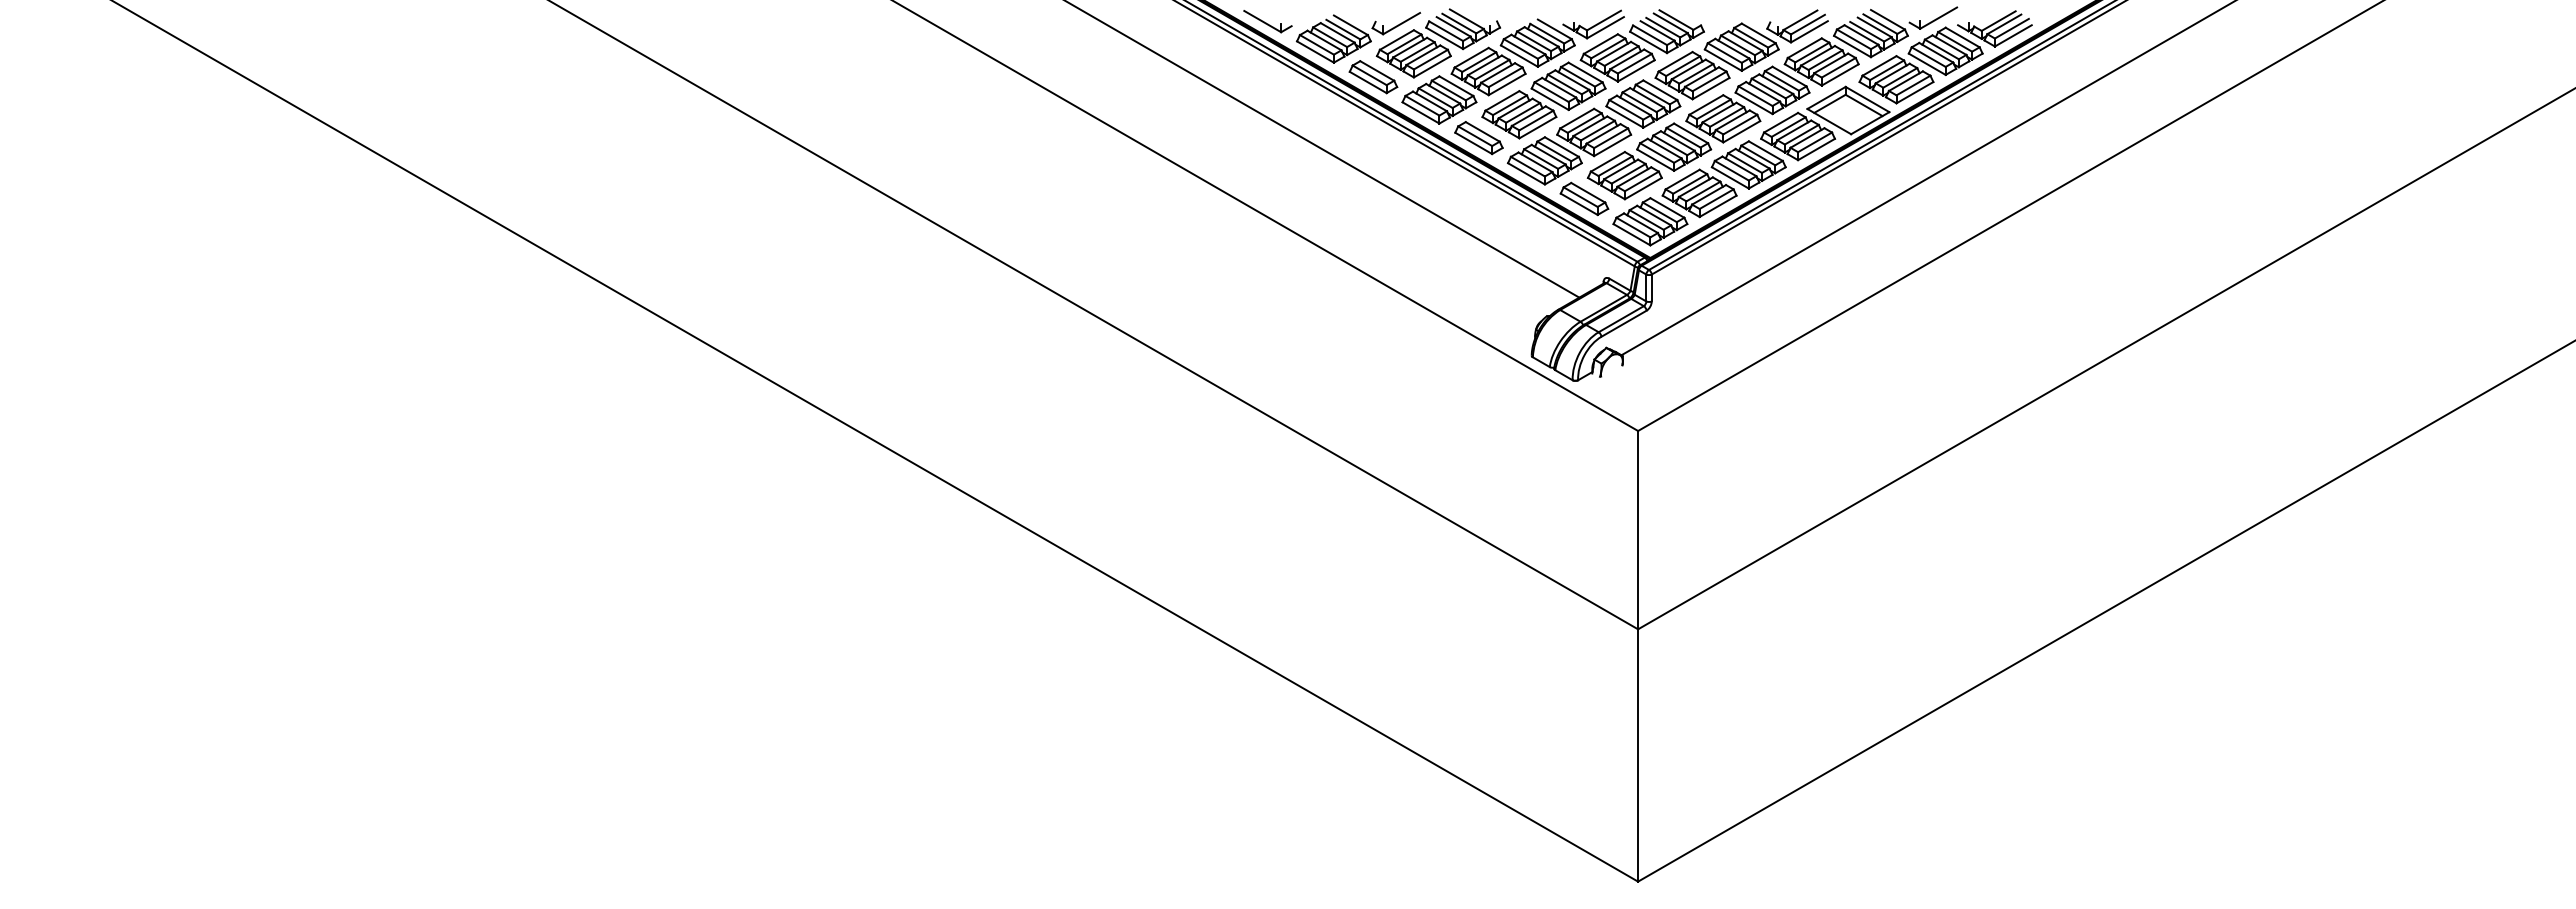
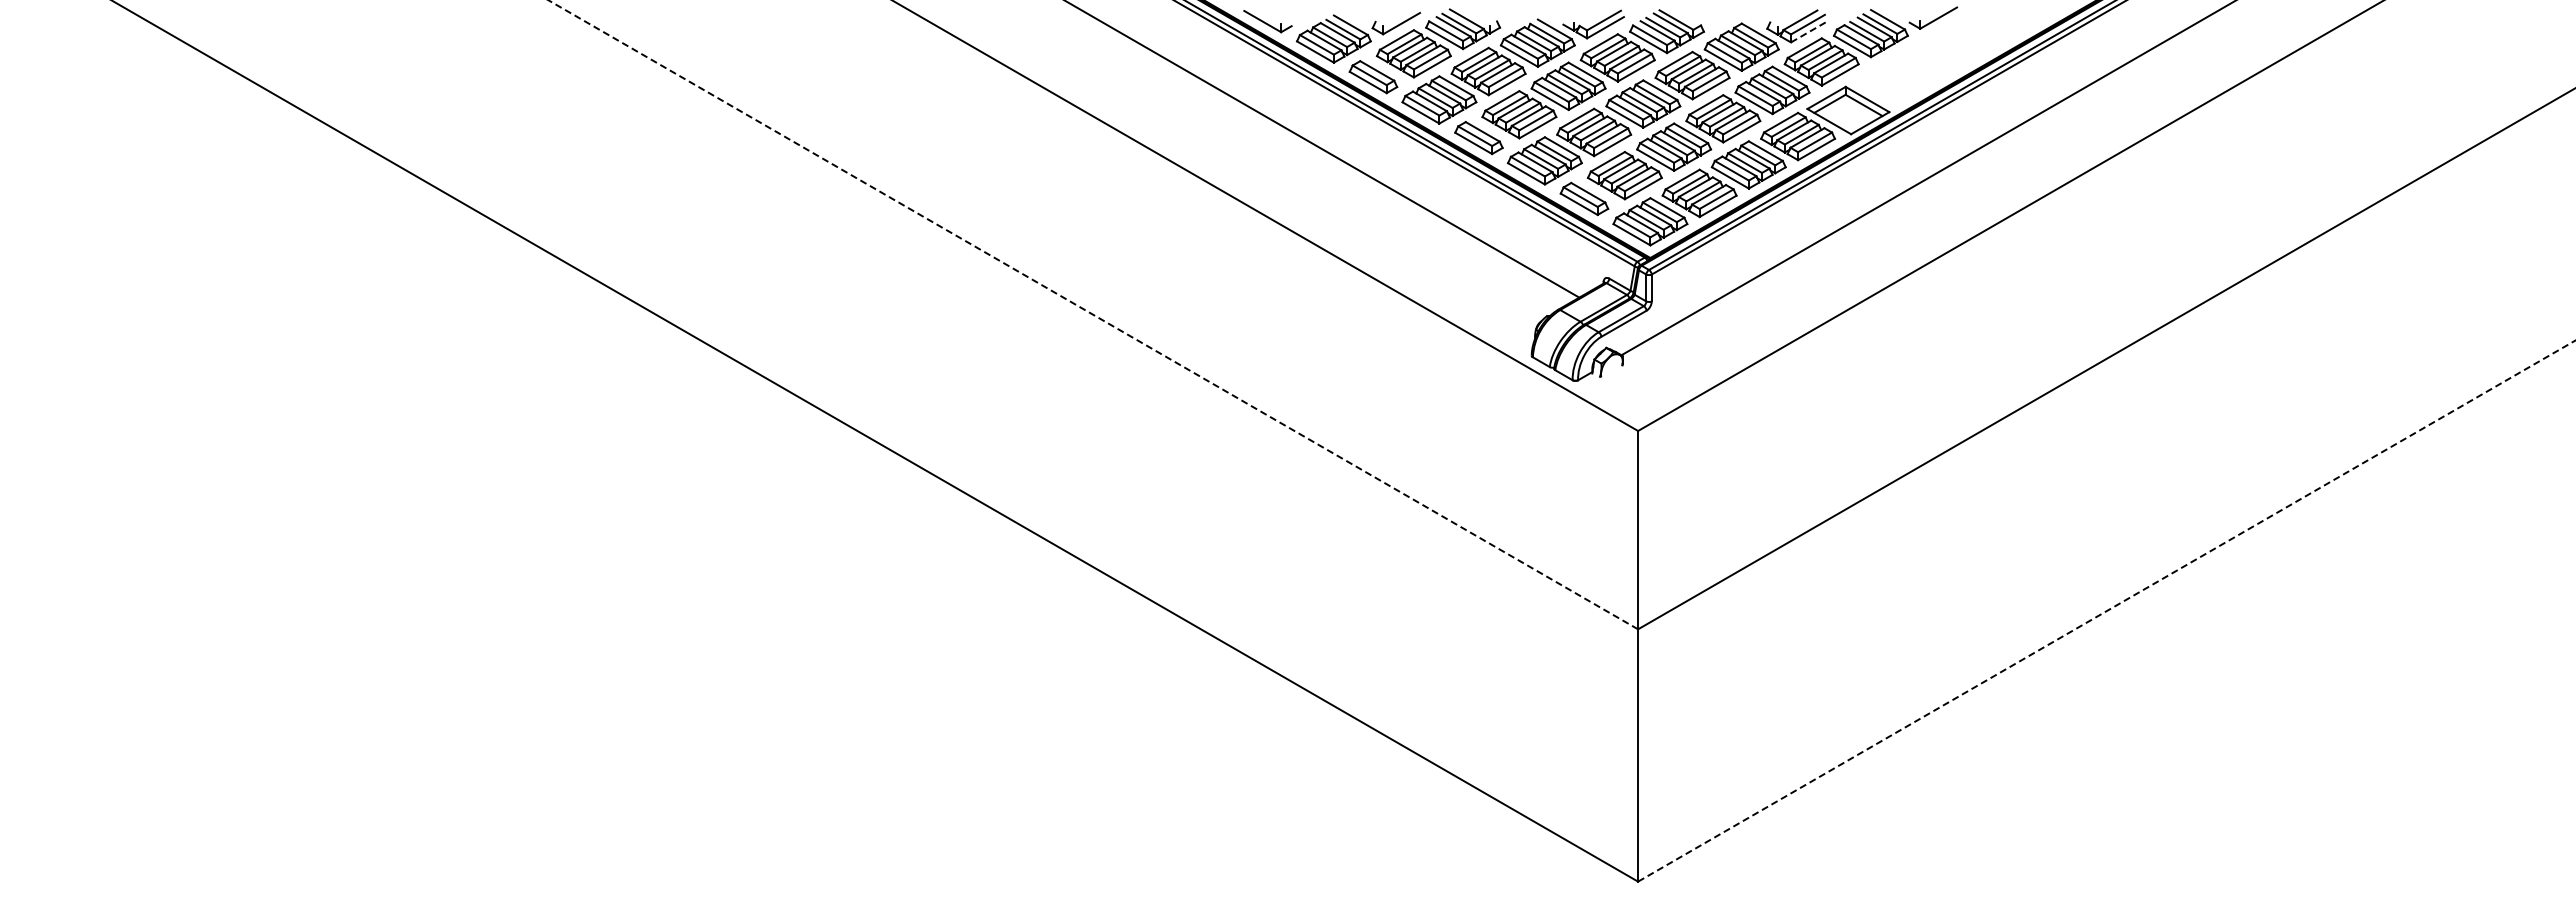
line at (1809, 31): solid -> dashed
part at (1945, 57): present -> none
line at (1093, 314): solid -> dashed
line at (2106, 611): solid -> dashed
